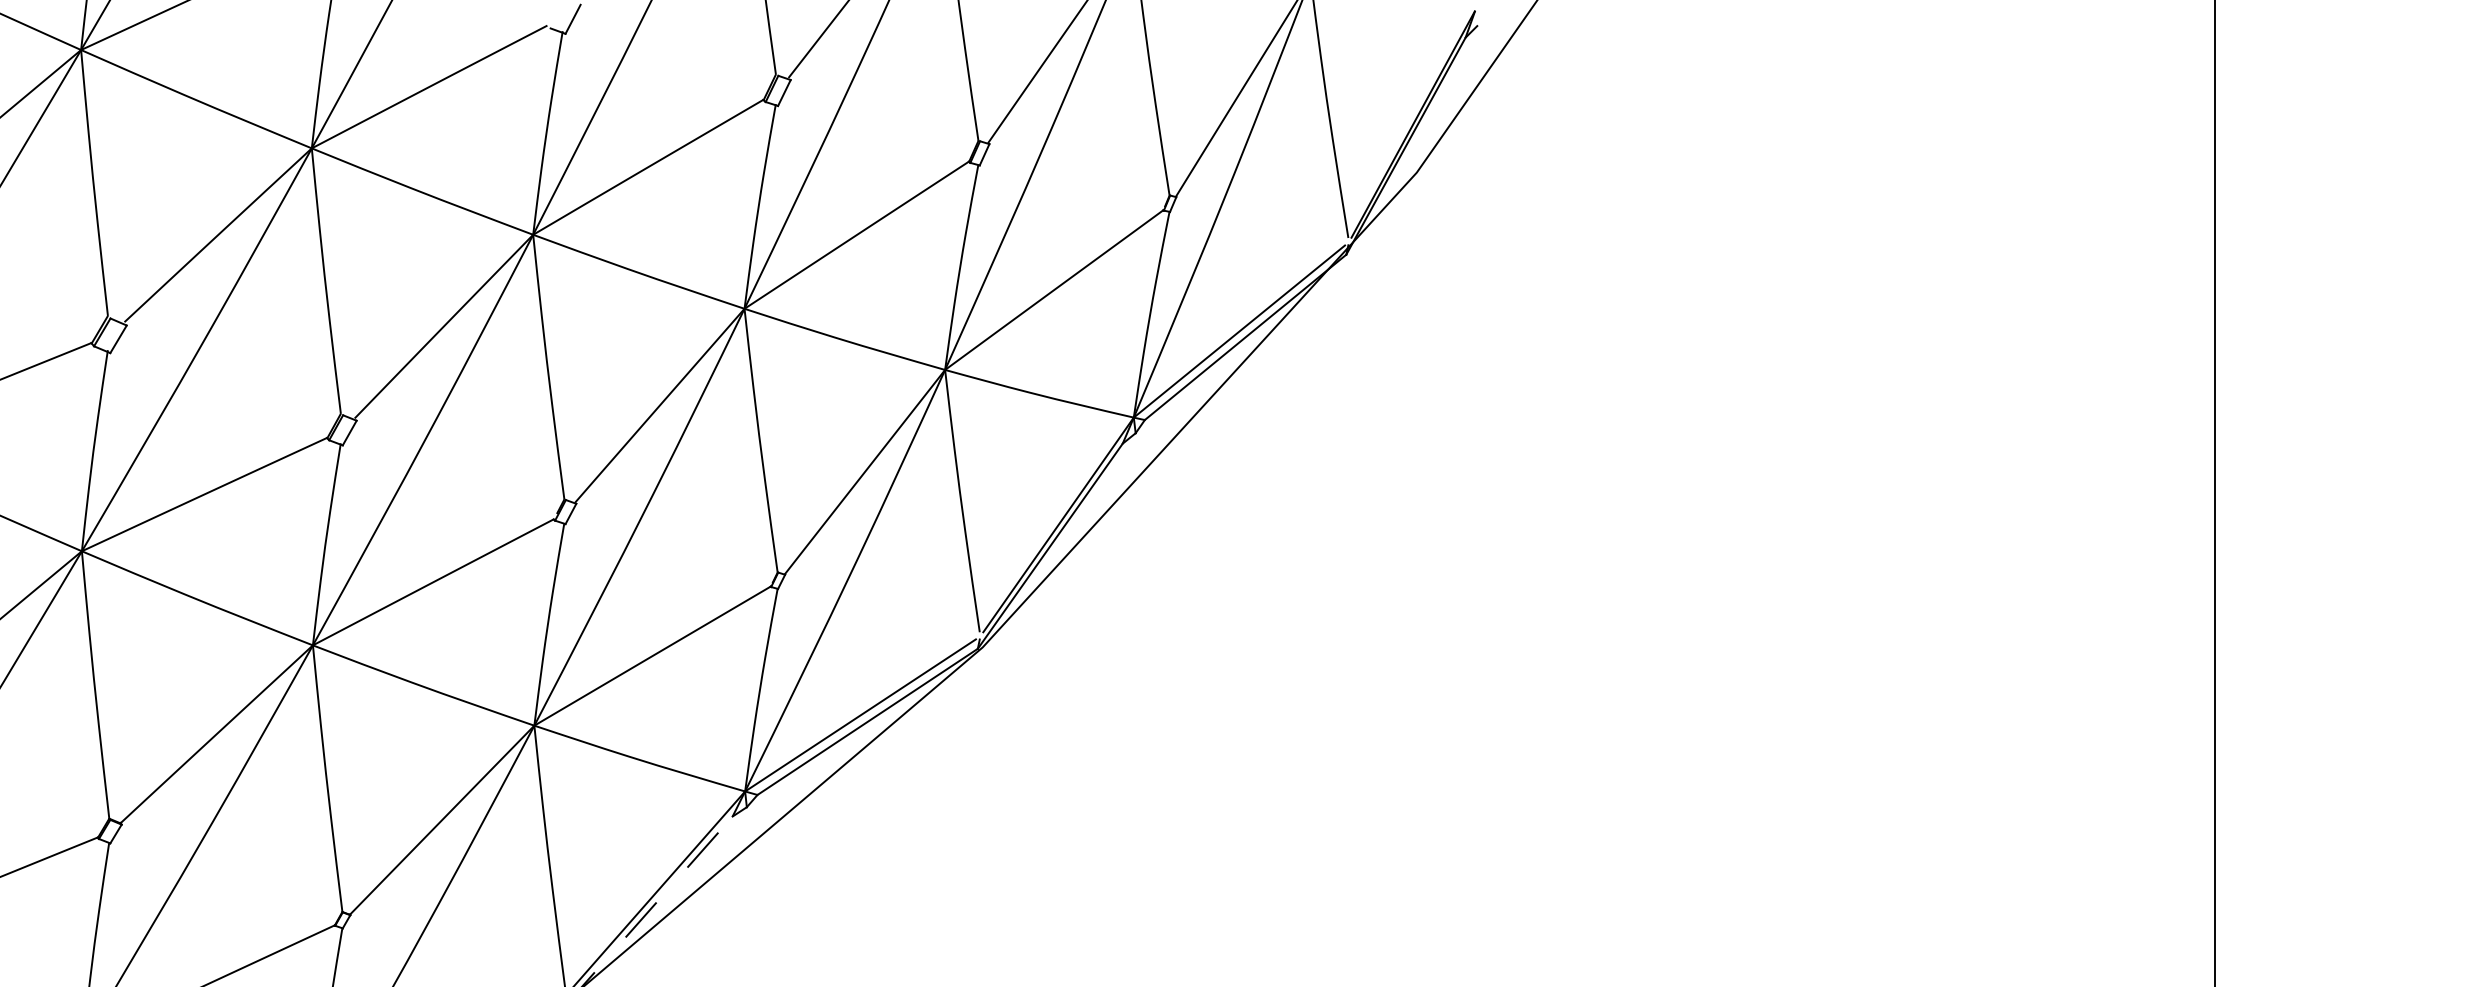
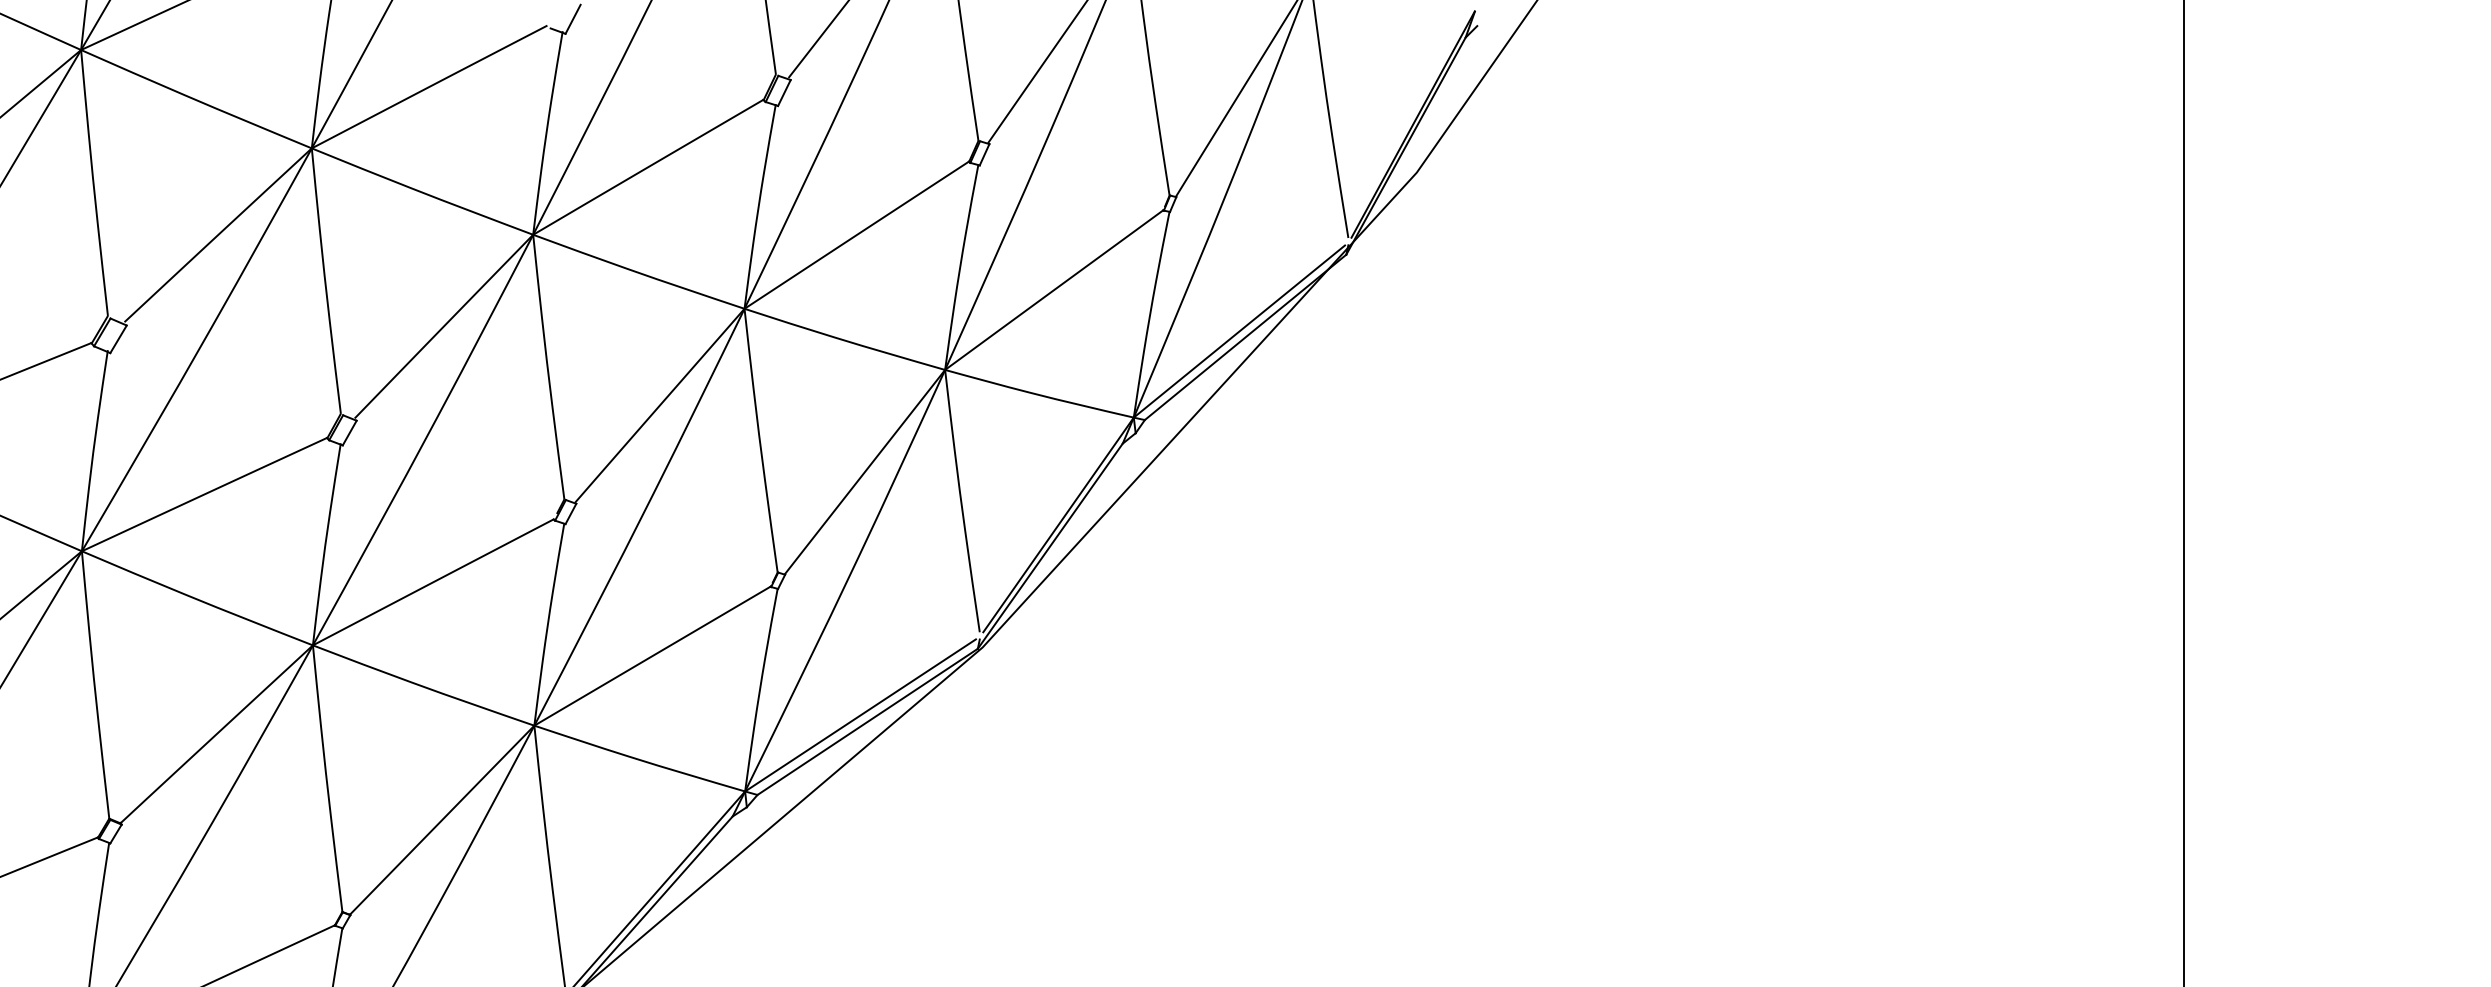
line at (2214, 492) position: (2214, 492) -> (2183, 492)
line at (657, 901): dashed -> solid
